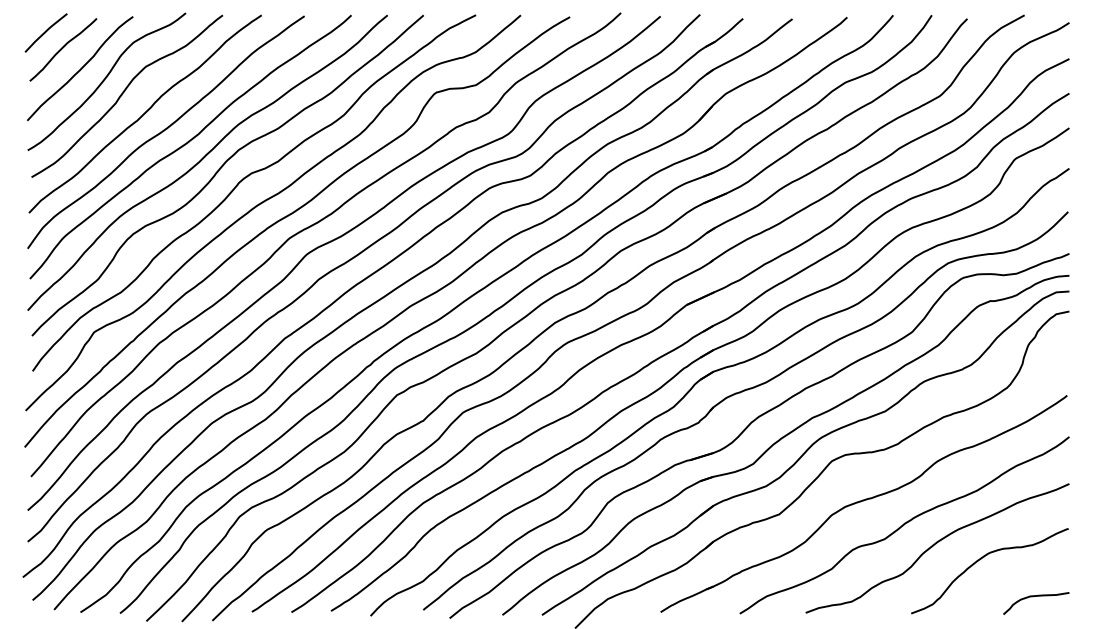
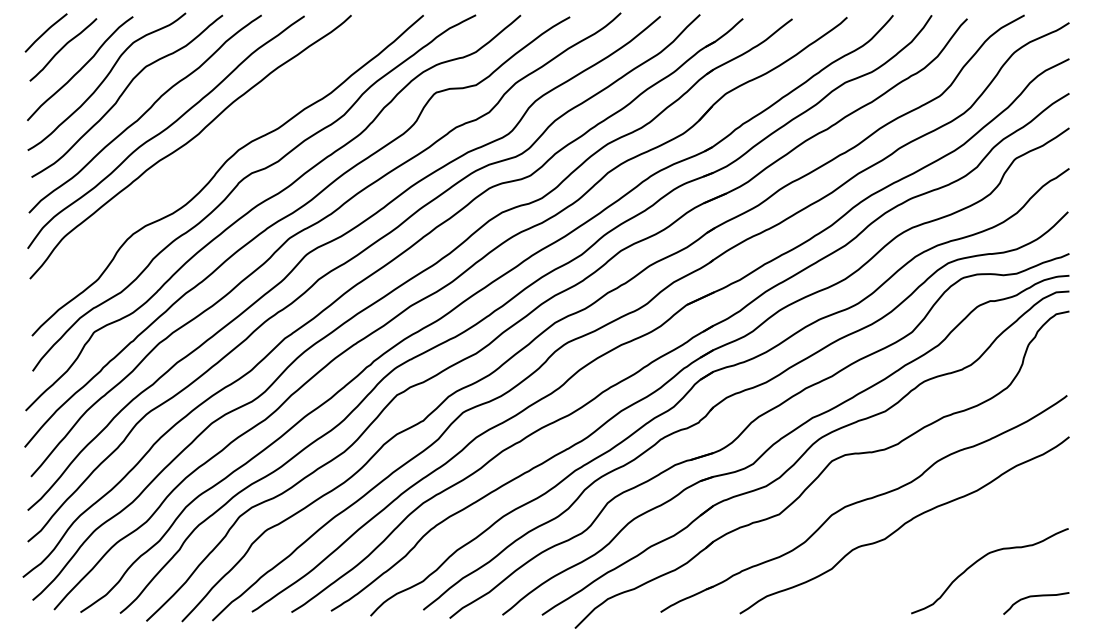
curve at (204, 158): present -> none
curve at (936, 544): present -> none
